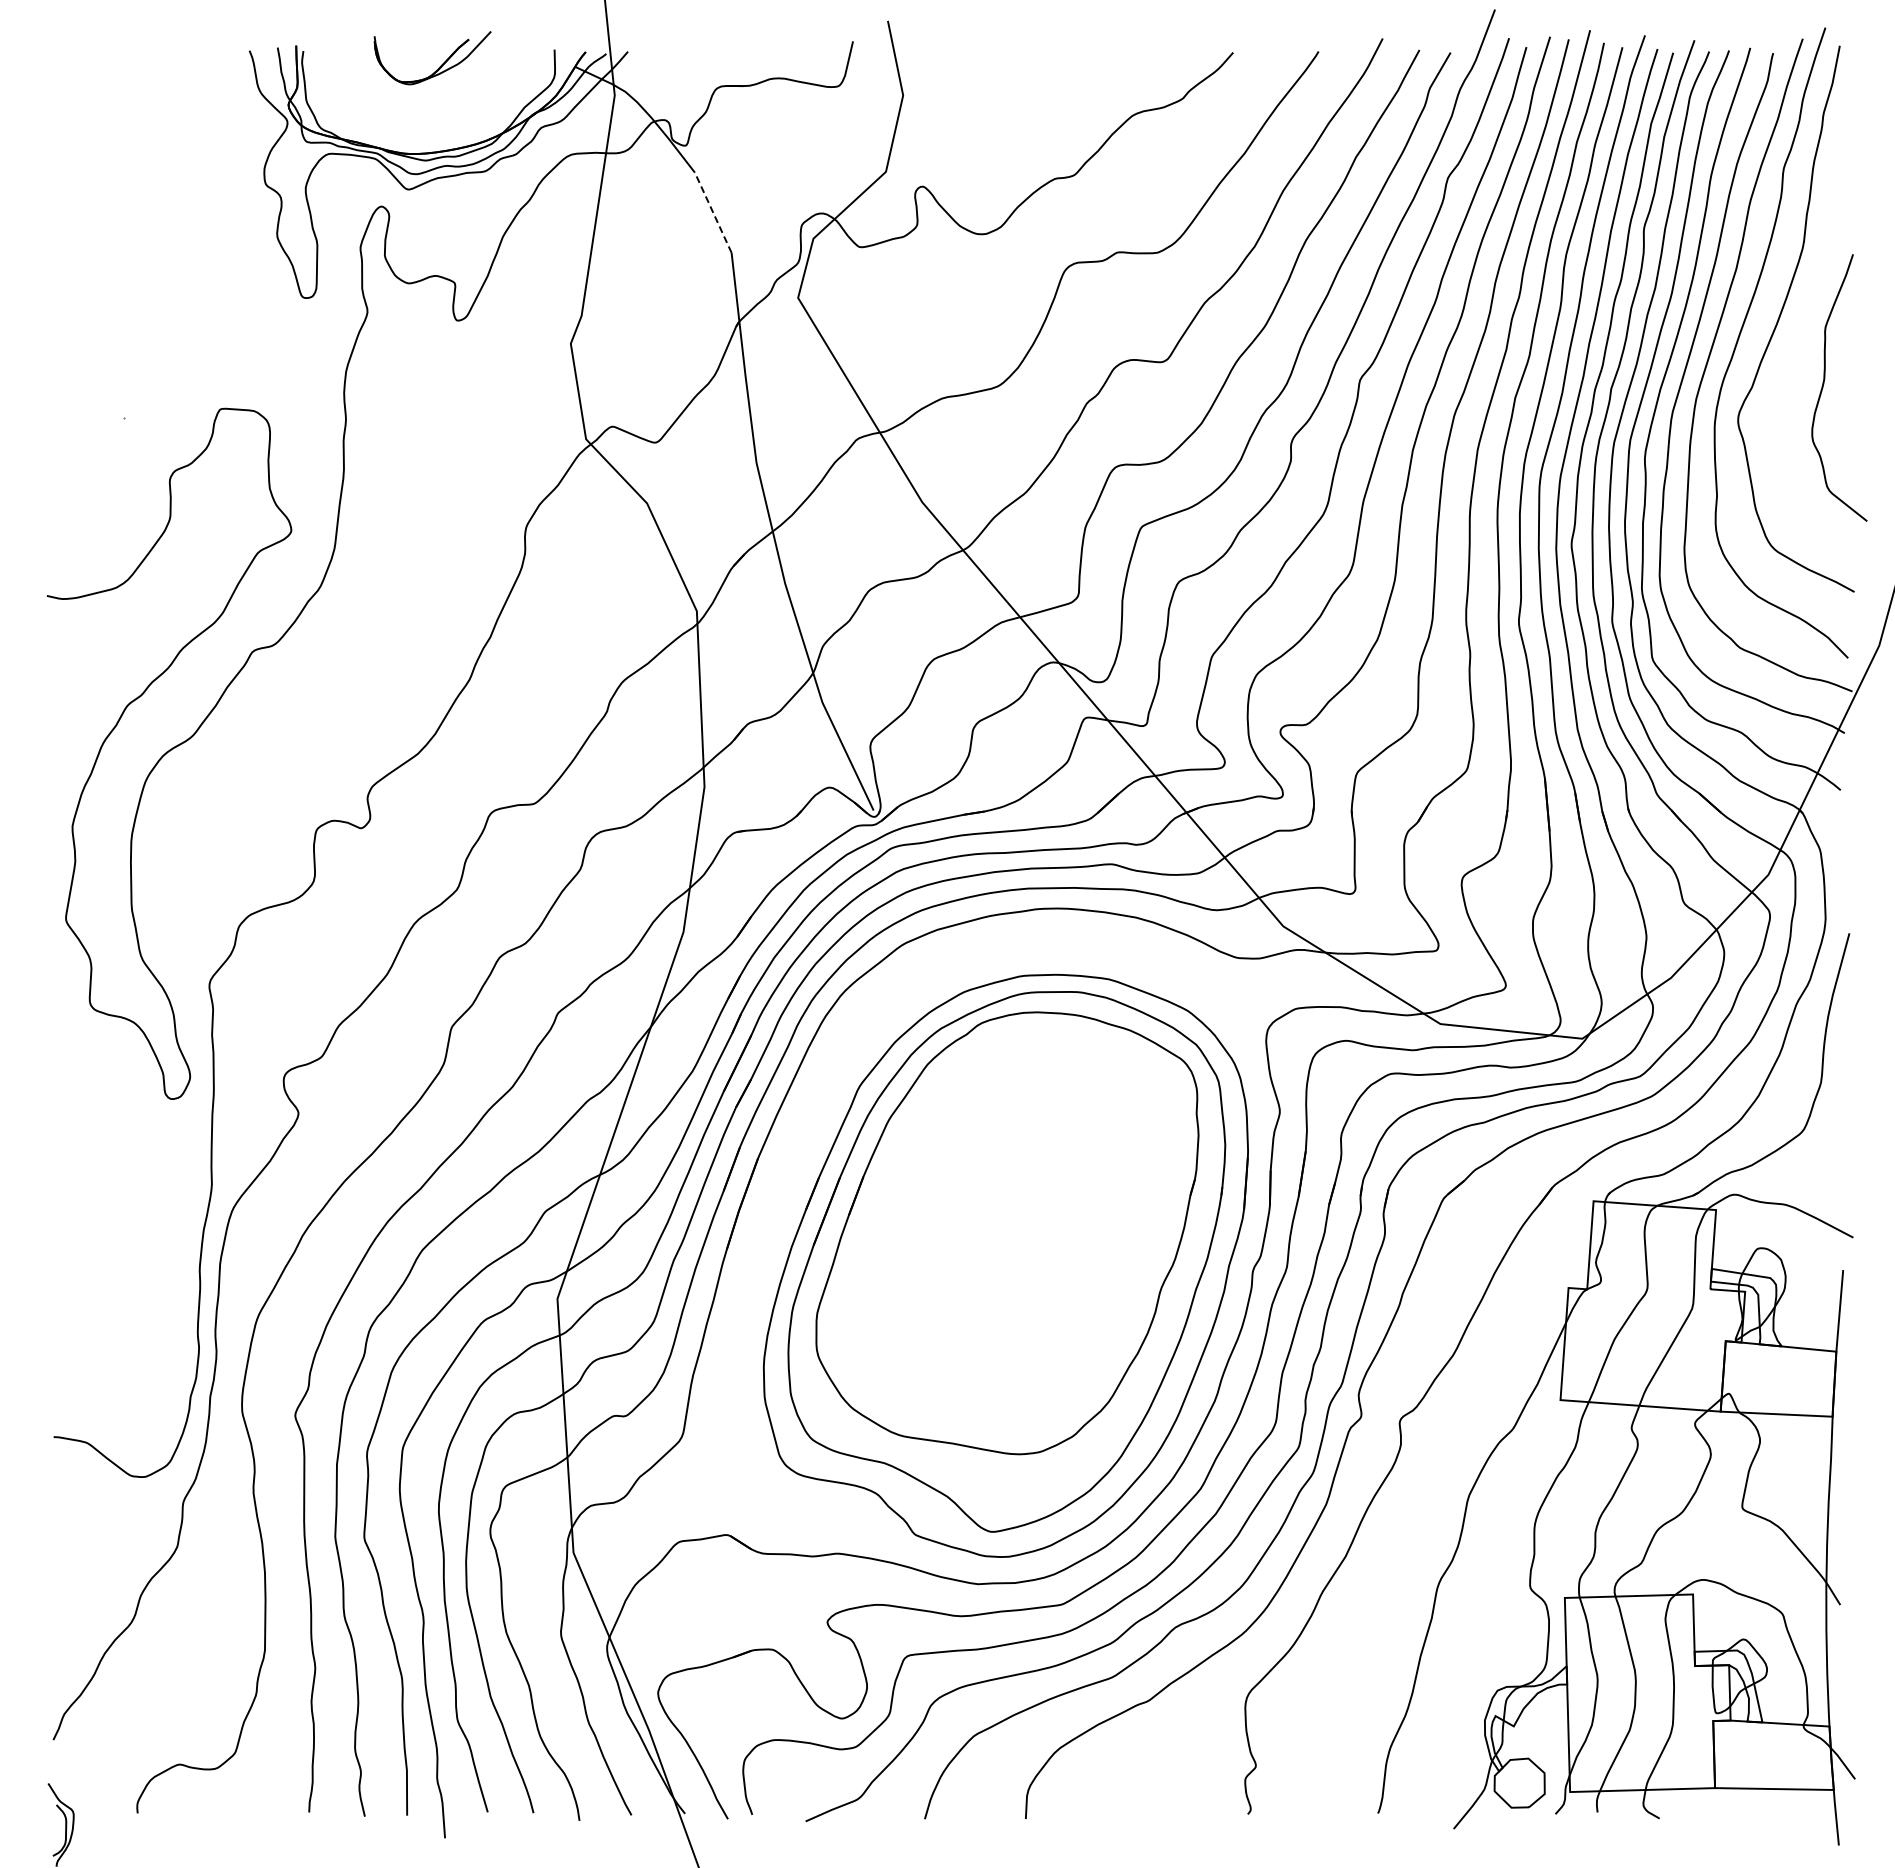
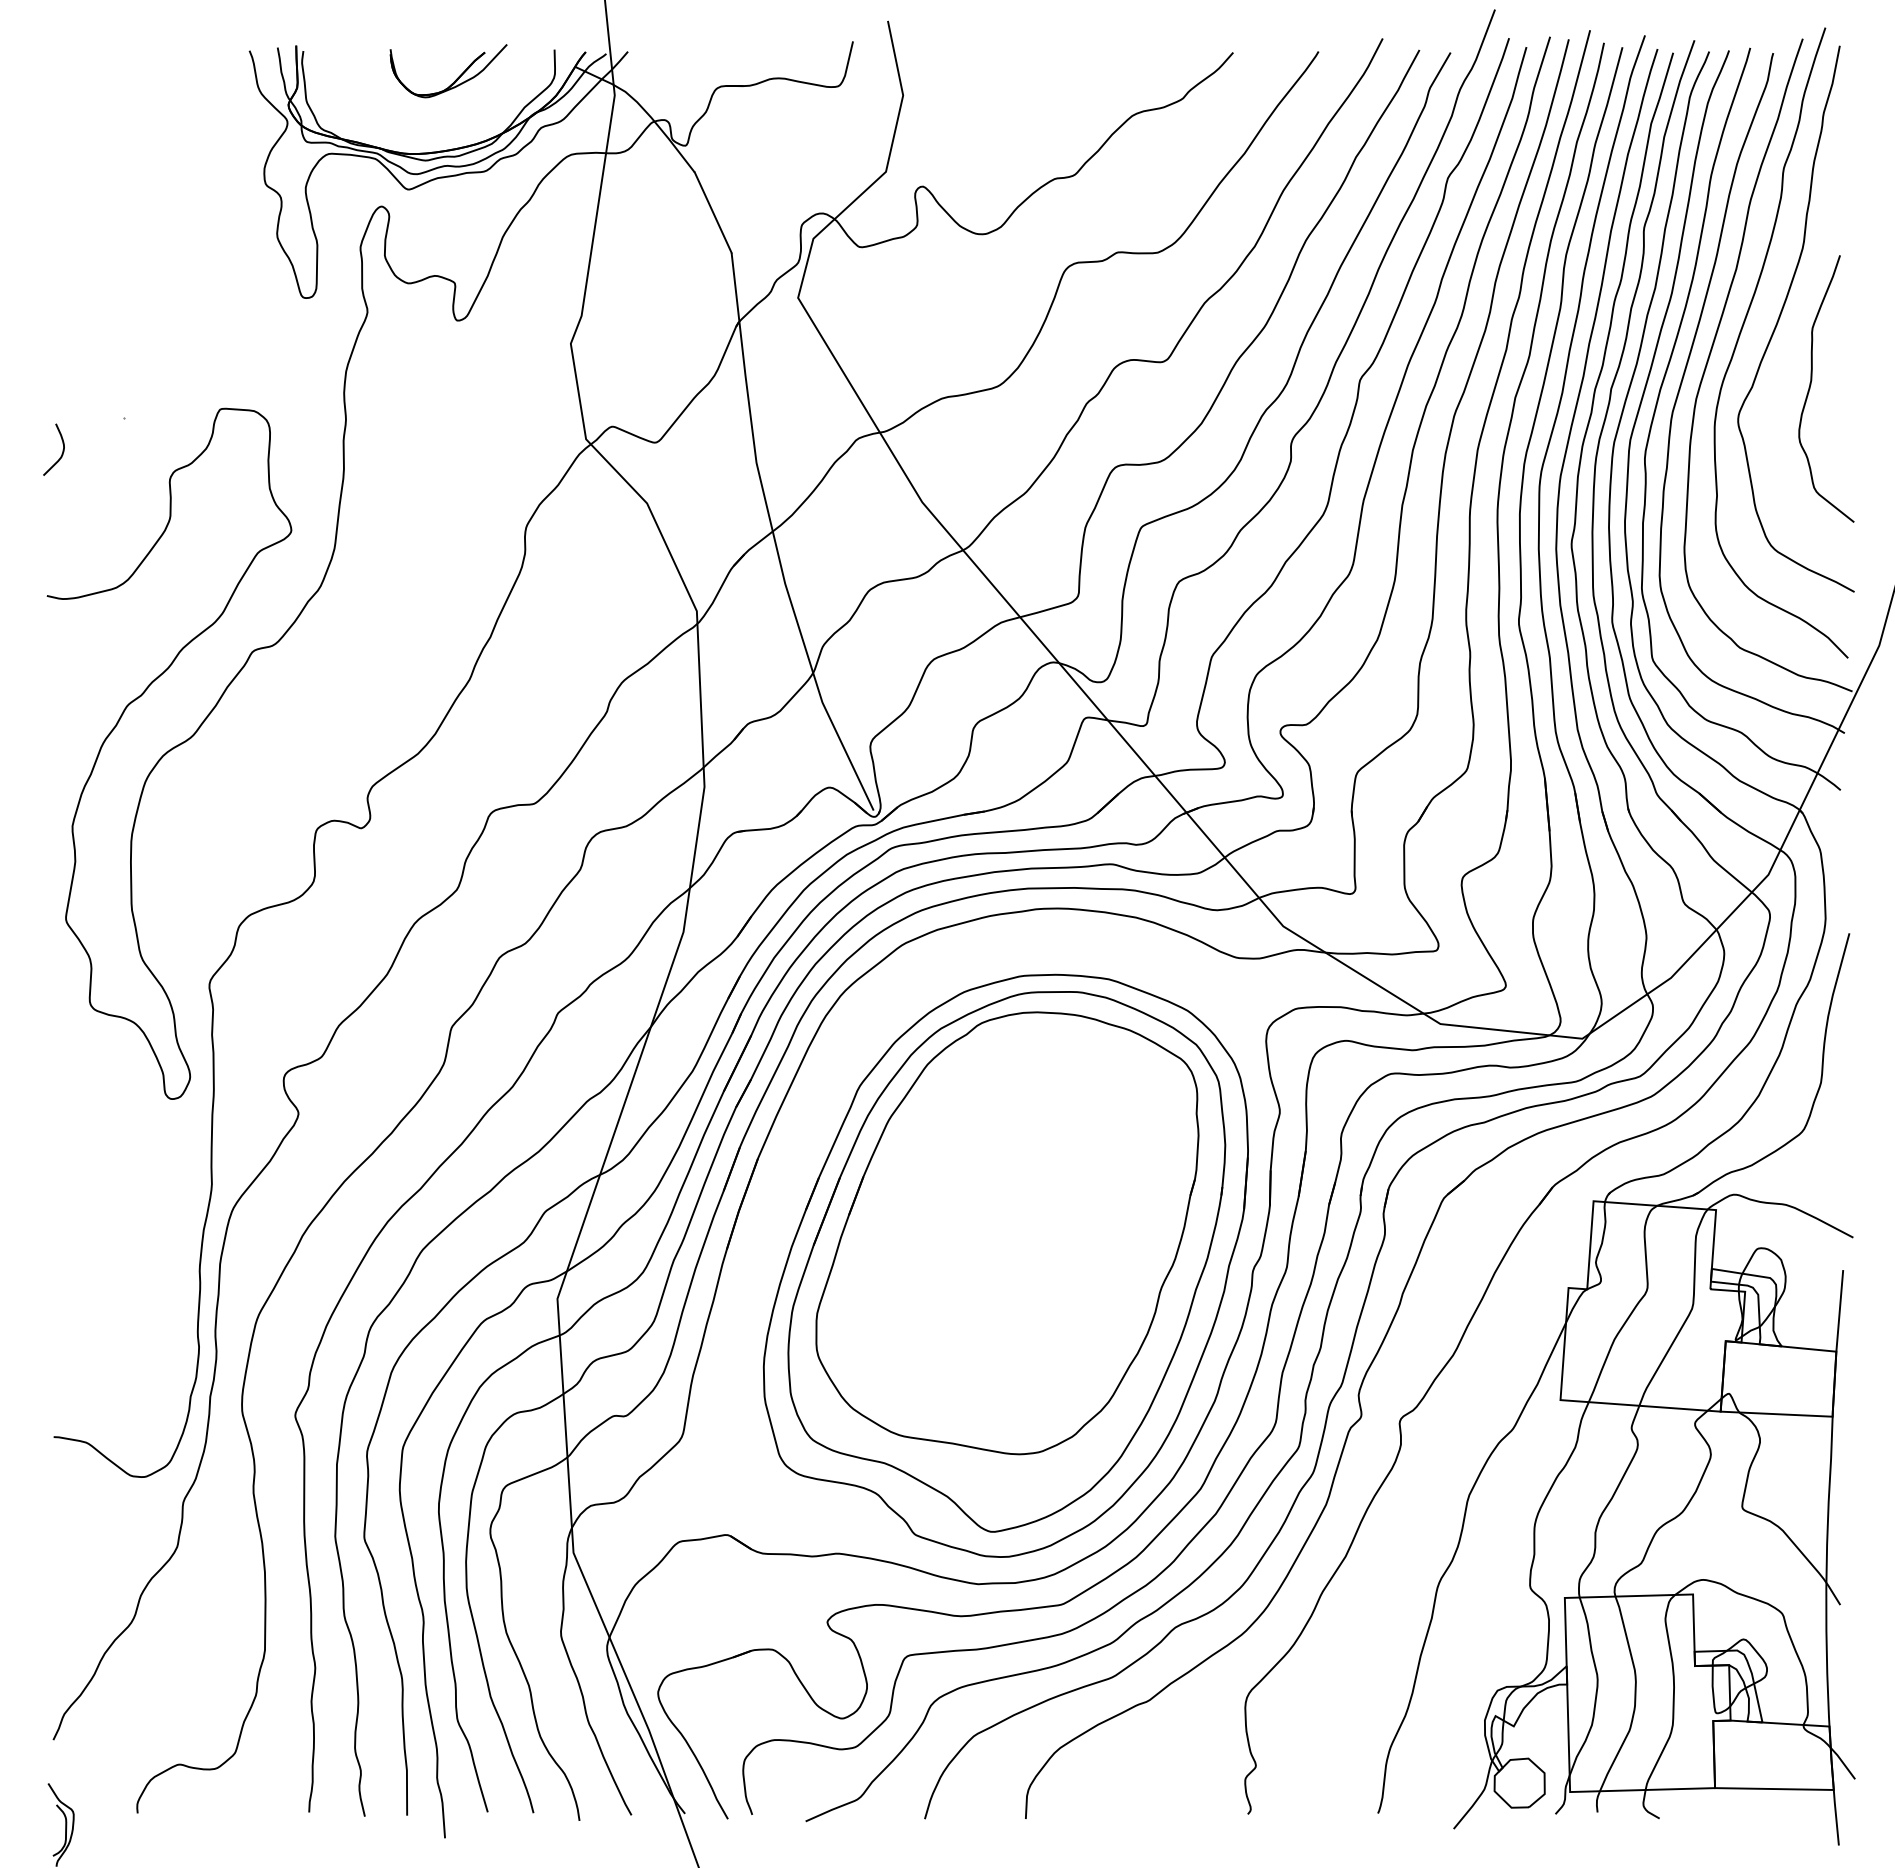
part at (440, 65) position: (440, 65) -> (456, 78)
line at (713, 212): dashed -> solid
curve at (1824, 384) position: (1824, 384) -> (1811, 385)
curve at (61, 453): none -> present
